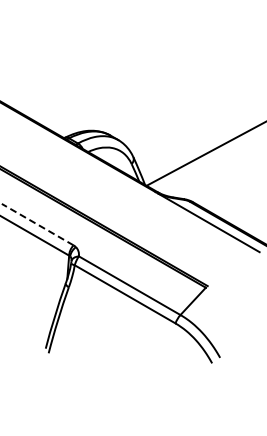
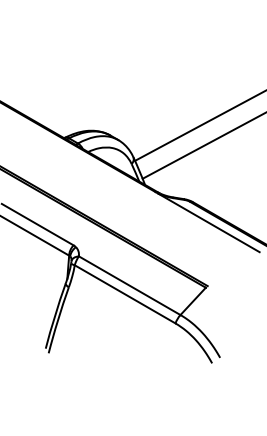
line at (199, 126): none -> present
line at (204, 154) position: (204, 154) -> (202, 145)
line at (37, 224): dashed -> solid
